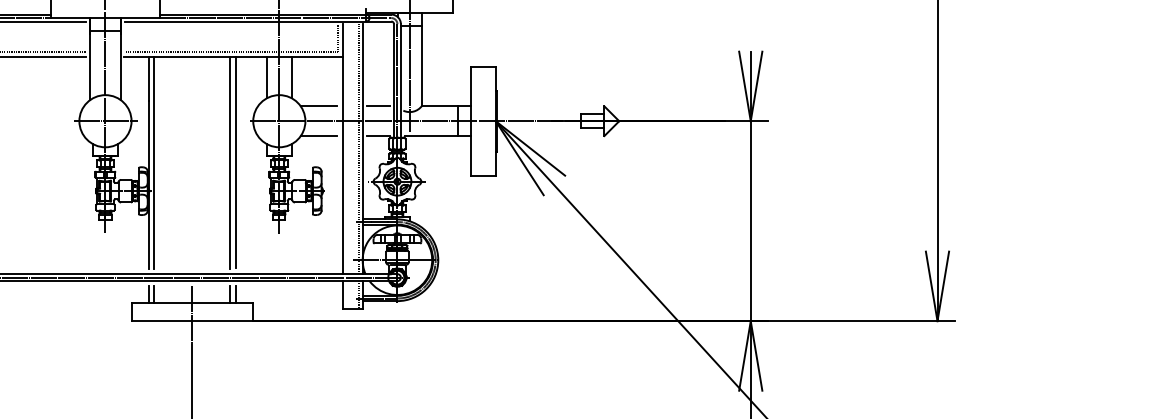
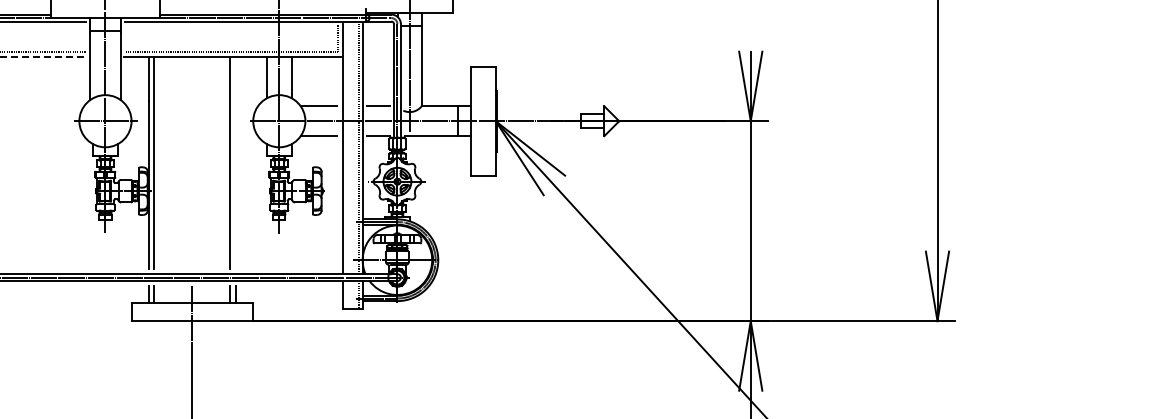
line at (43, 56): solid -> dashed
line at (235, 162): present -> none
